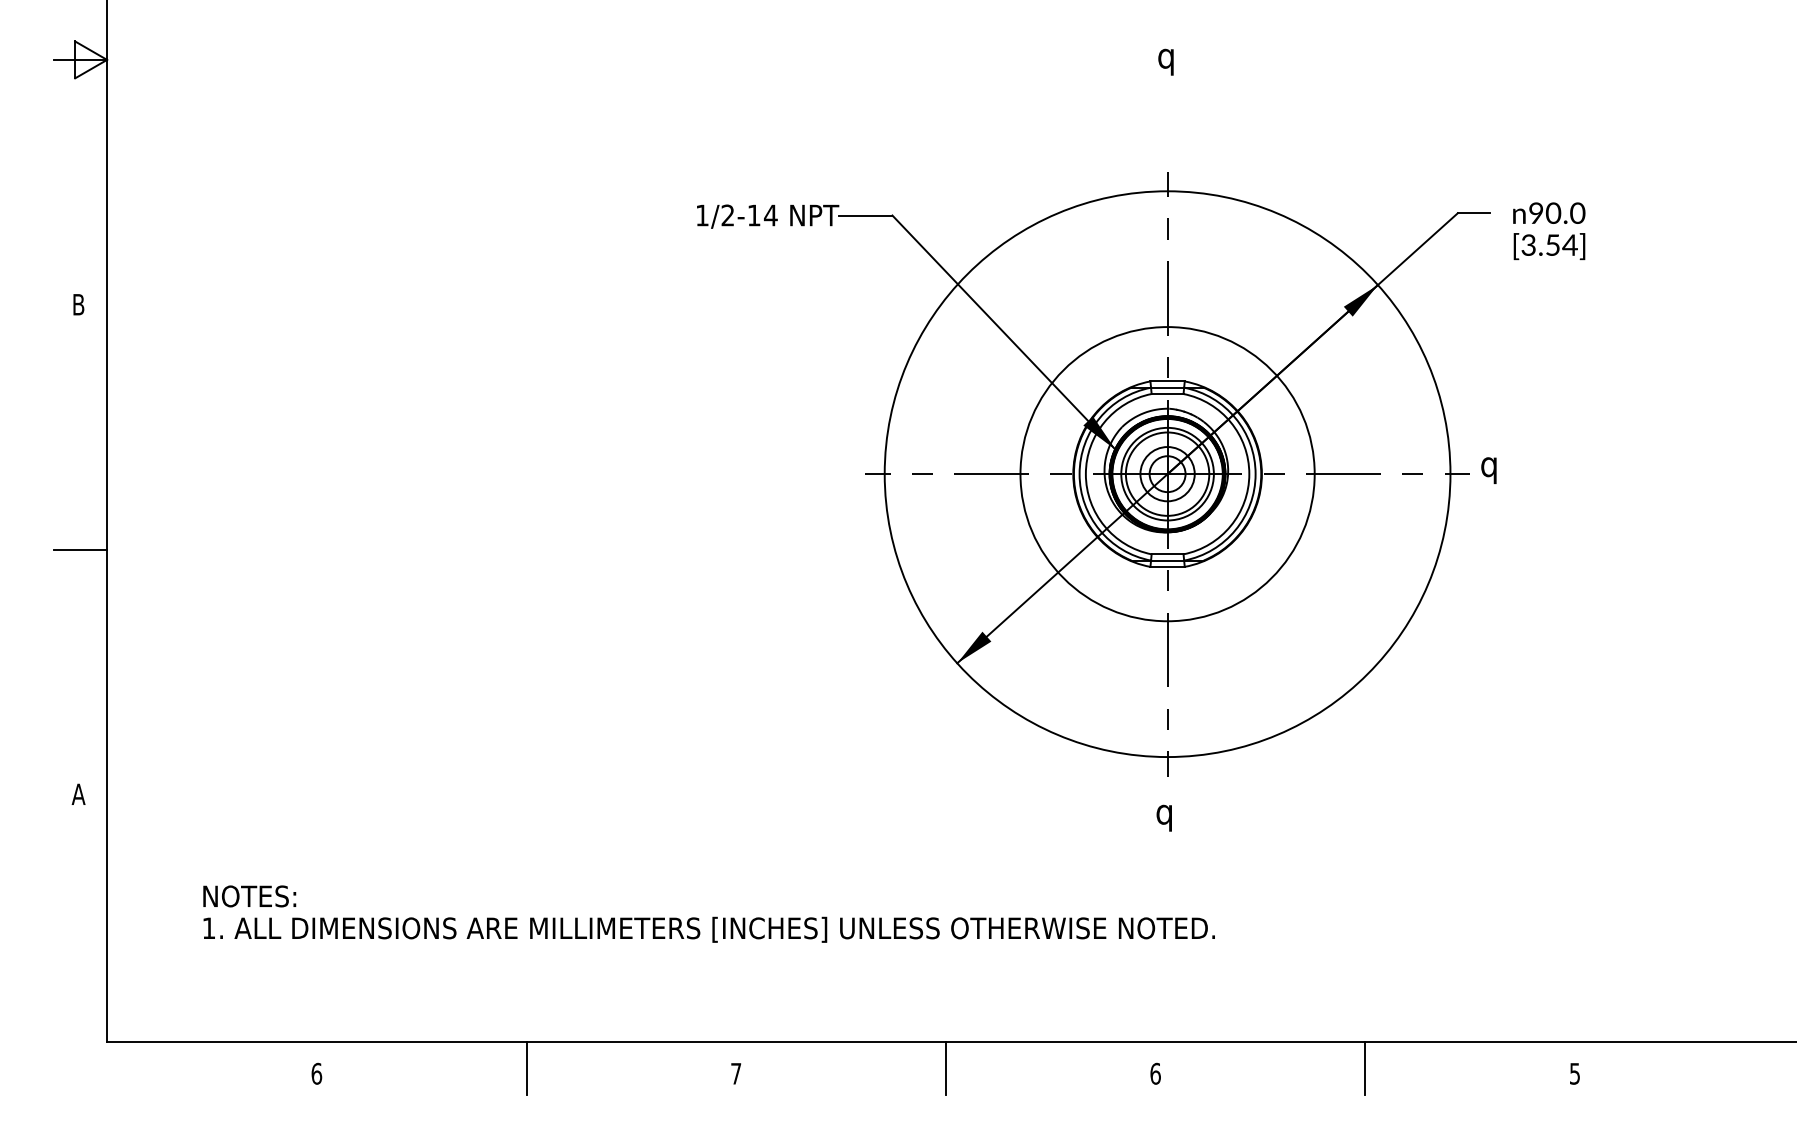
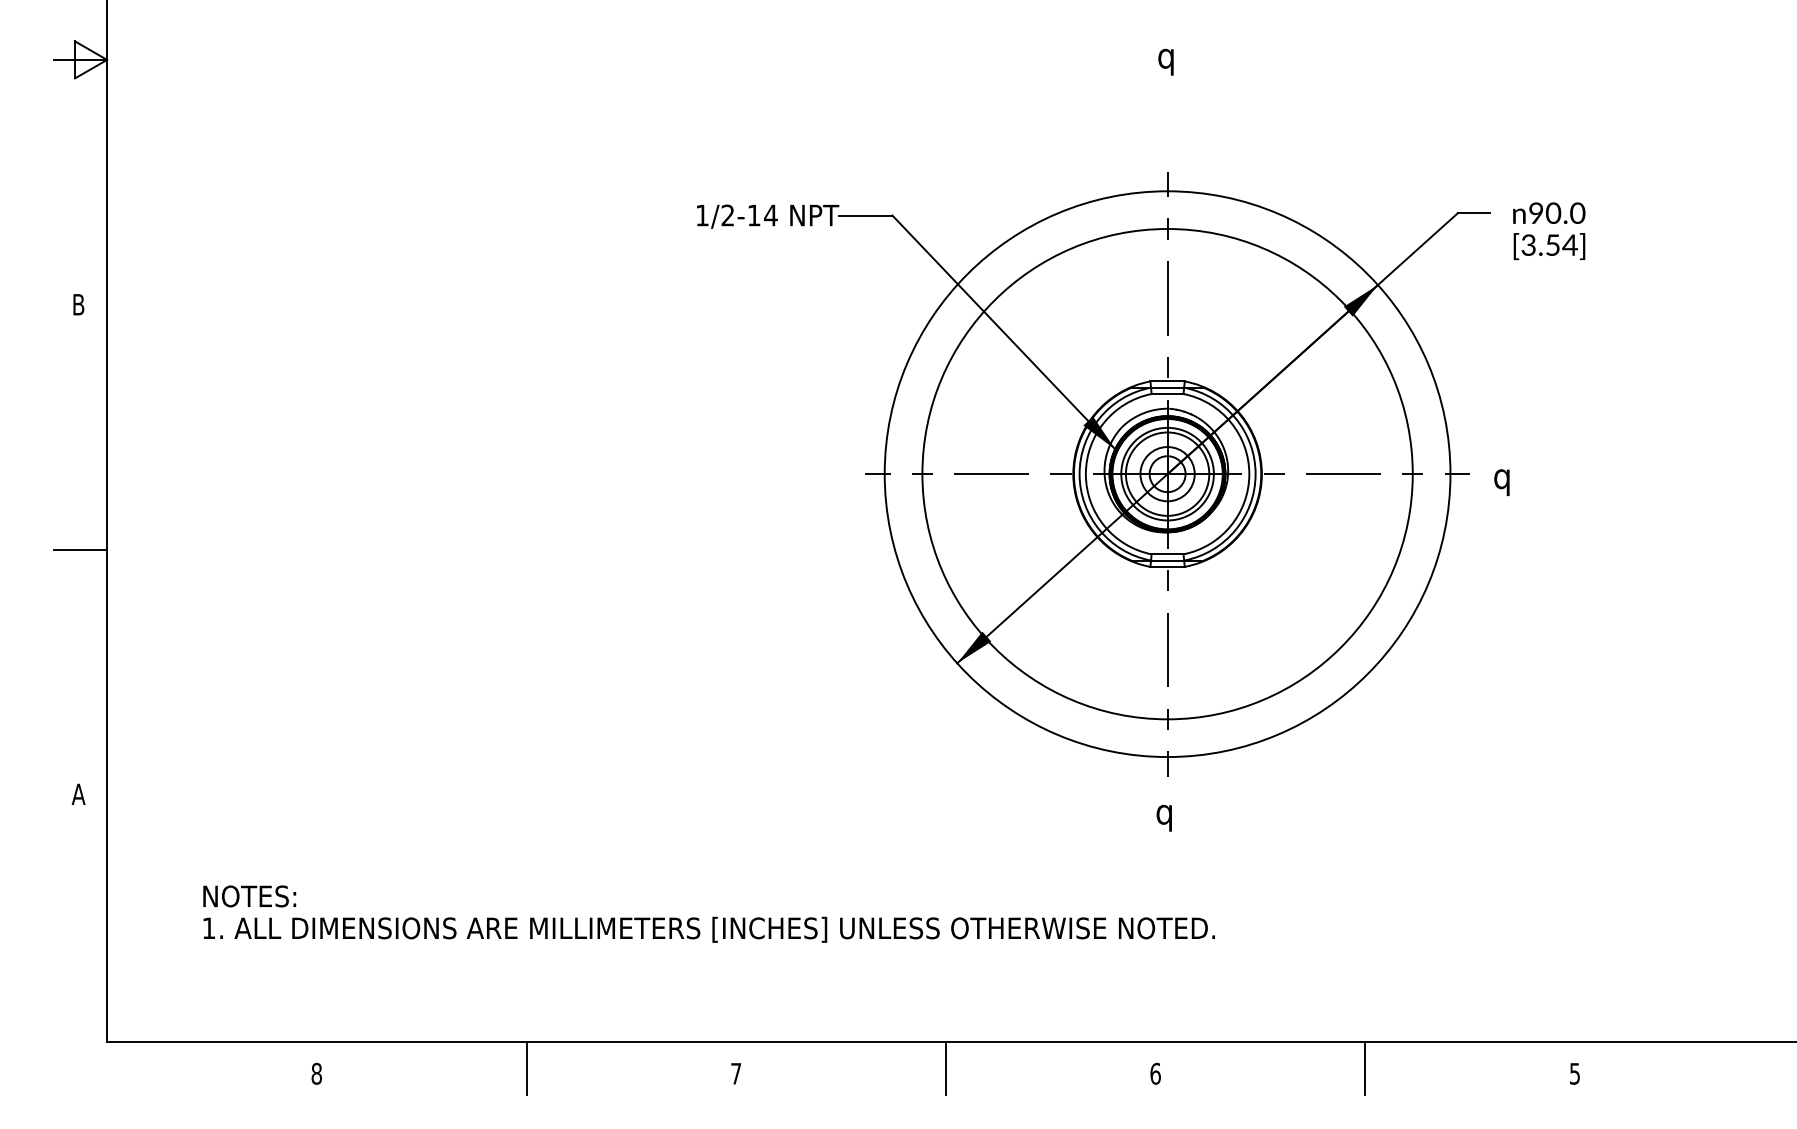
text at (1488, 470) position: (1488, 470) -> (1501, 482)
circle at (1167, 474) diameter: 294 px -> 490 px
text at (316, 1073): 6 -> 8
